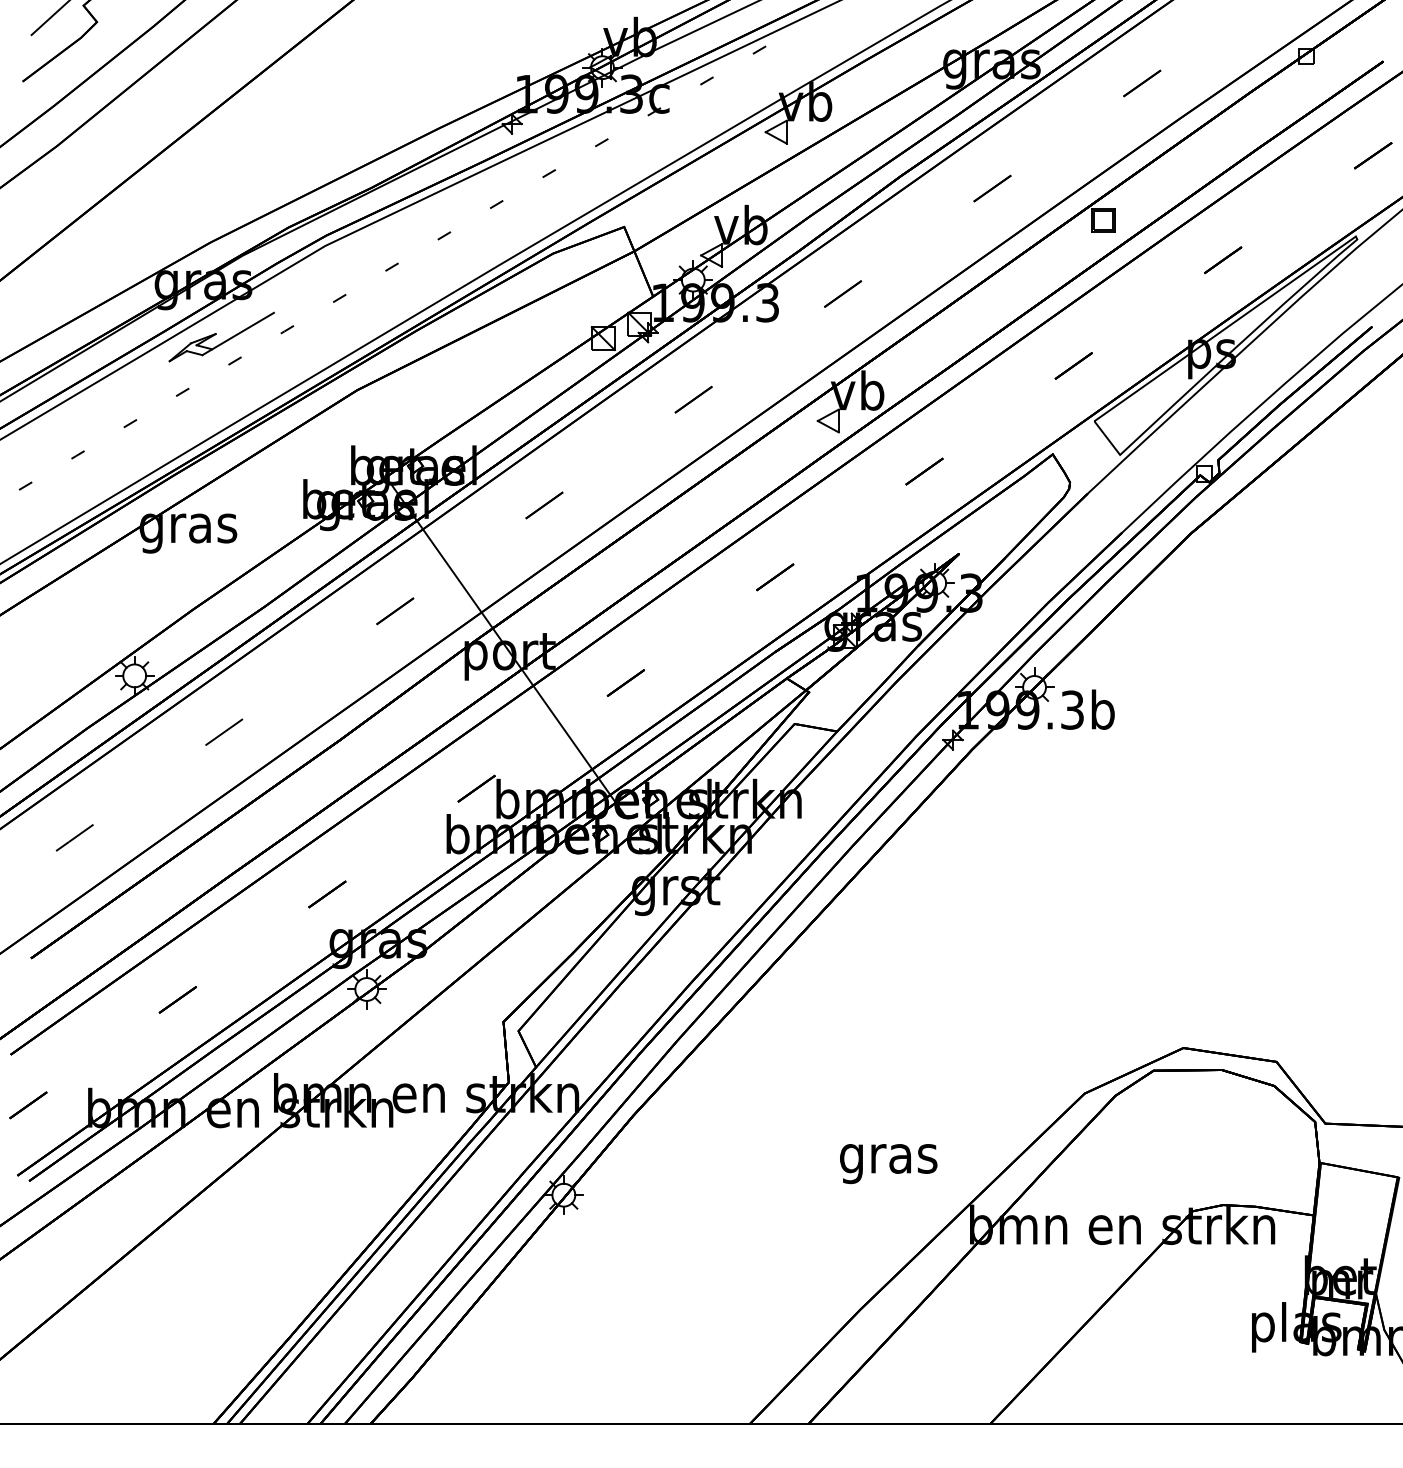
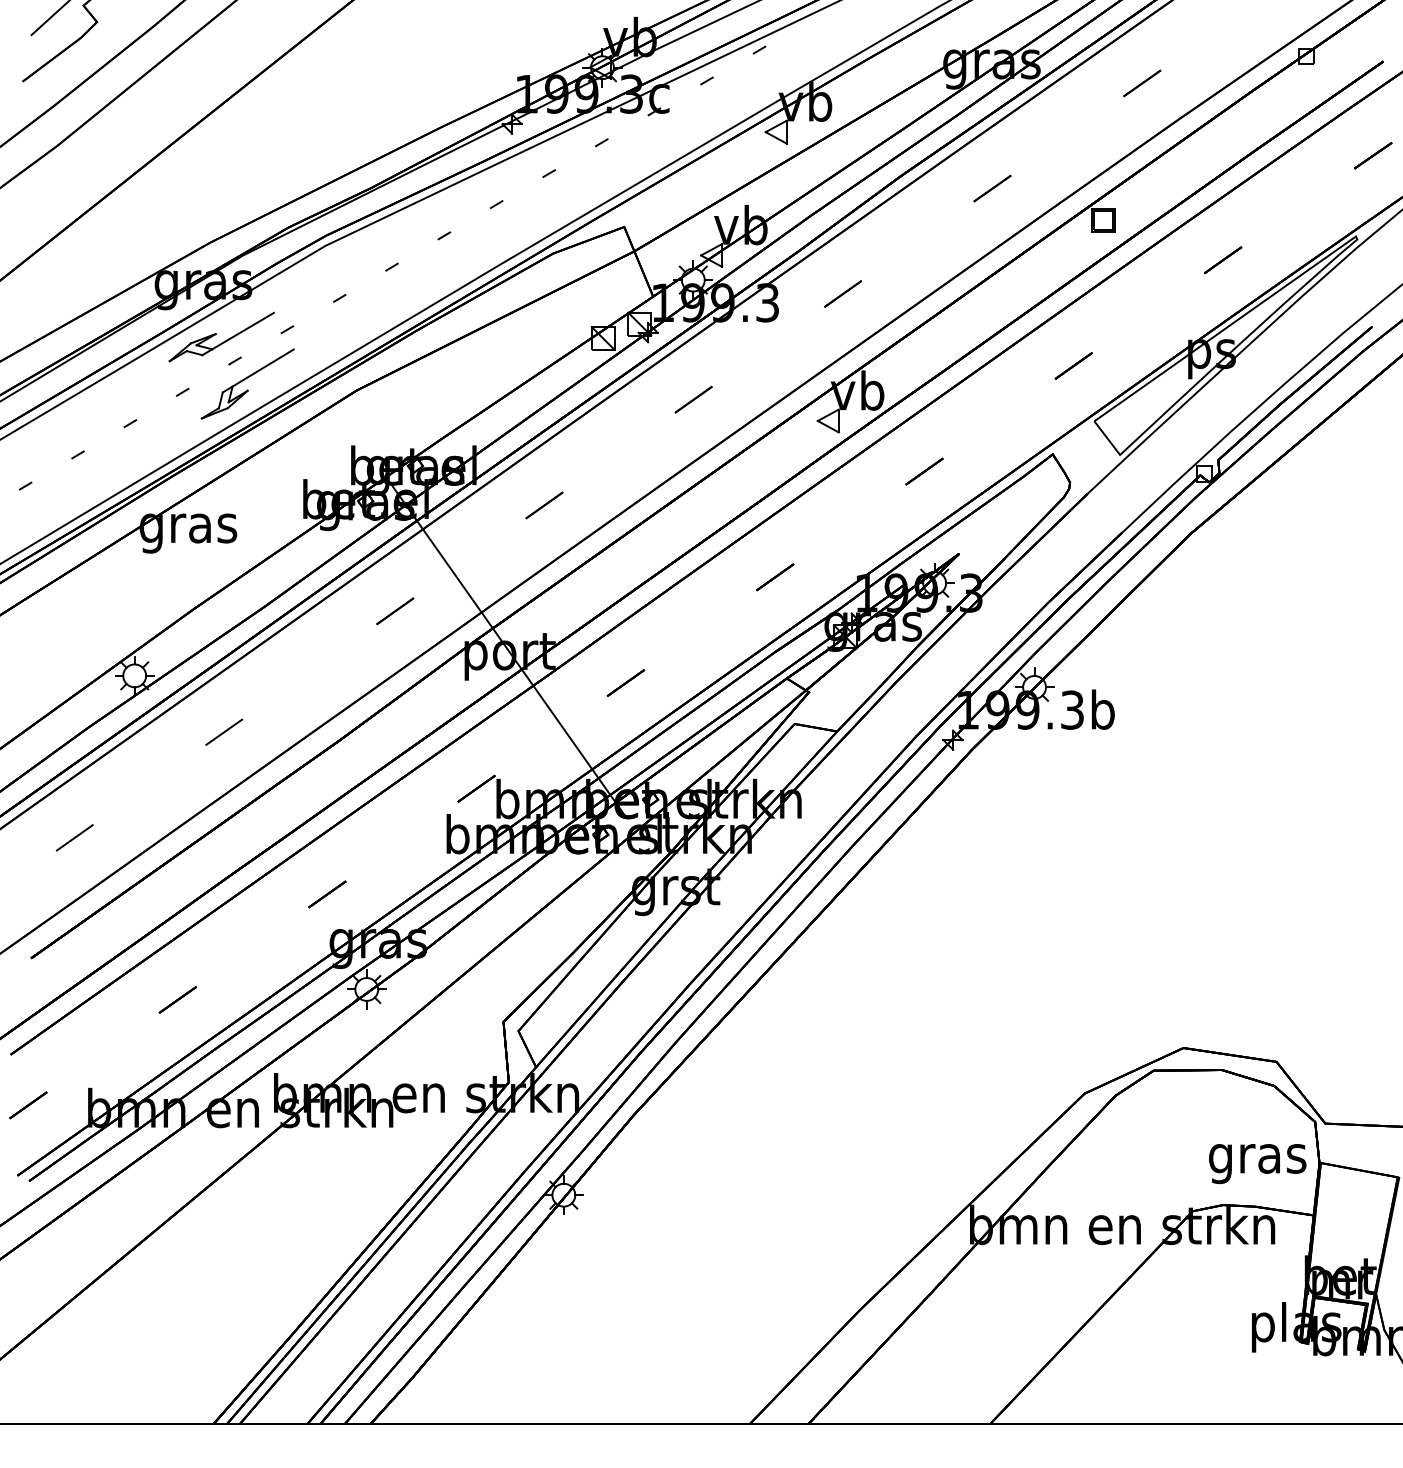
part at (247, 383): none -> present
text at (888, 1164) position: (888, 1164) -> (1257, 1164)
